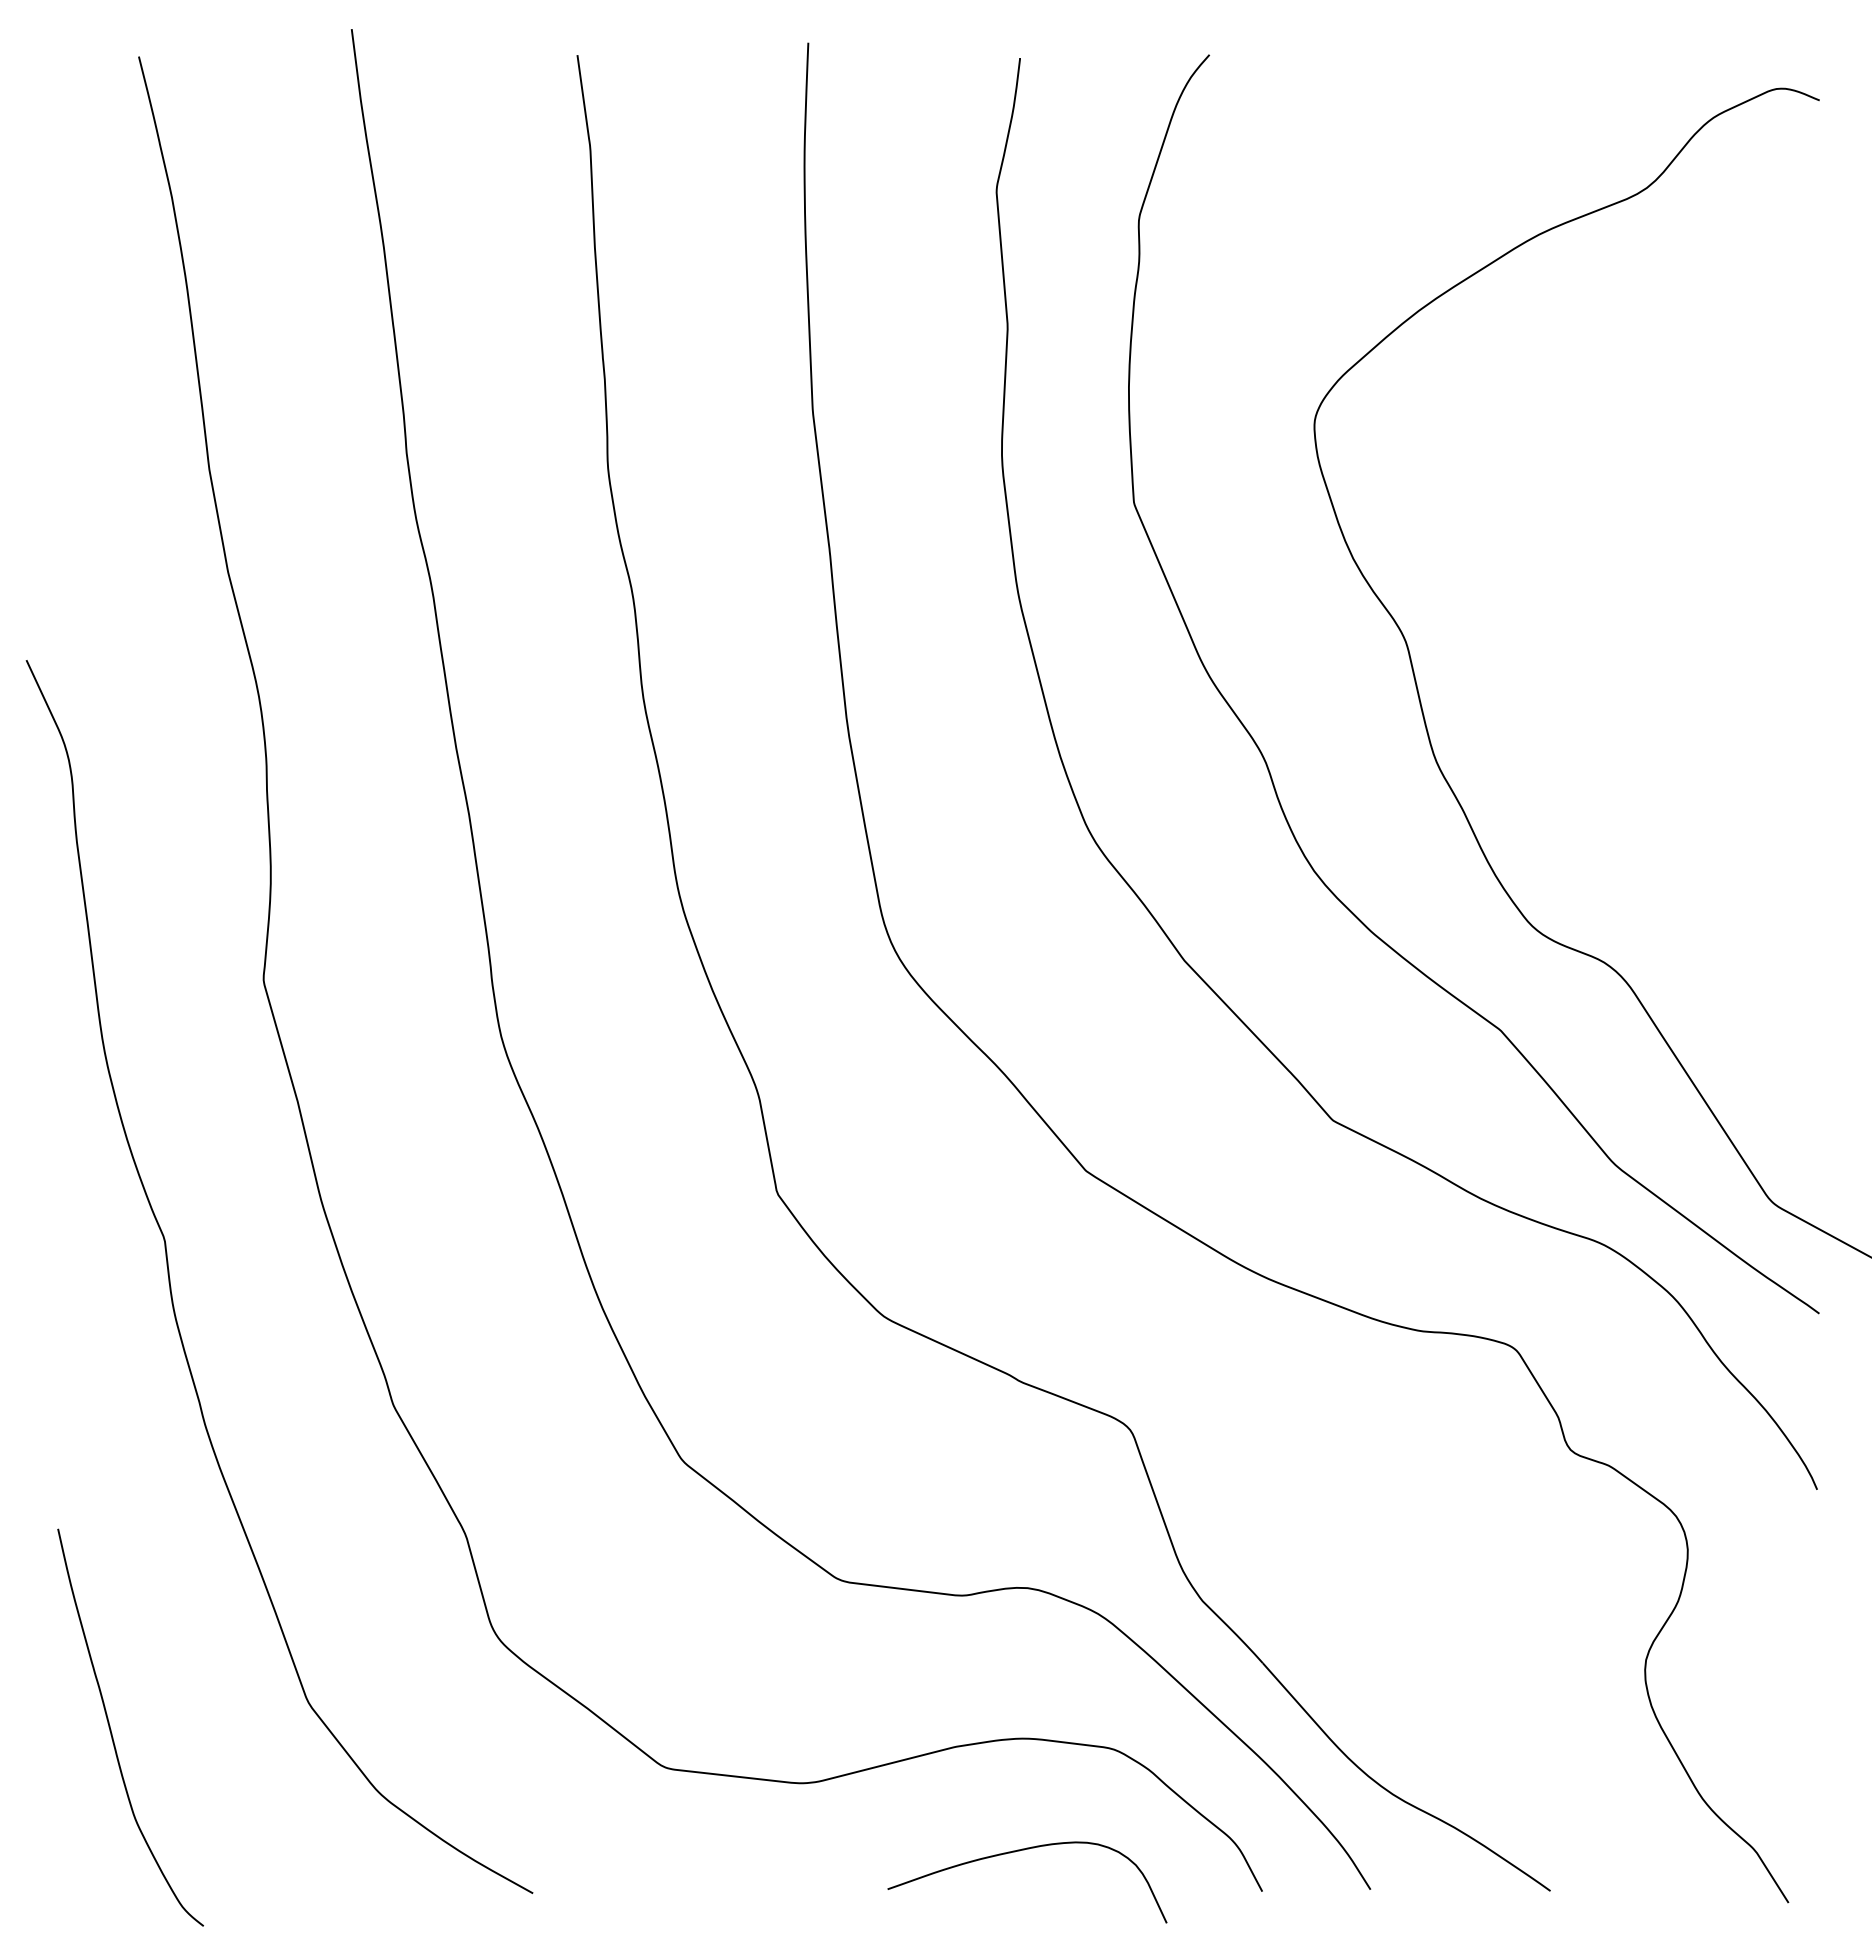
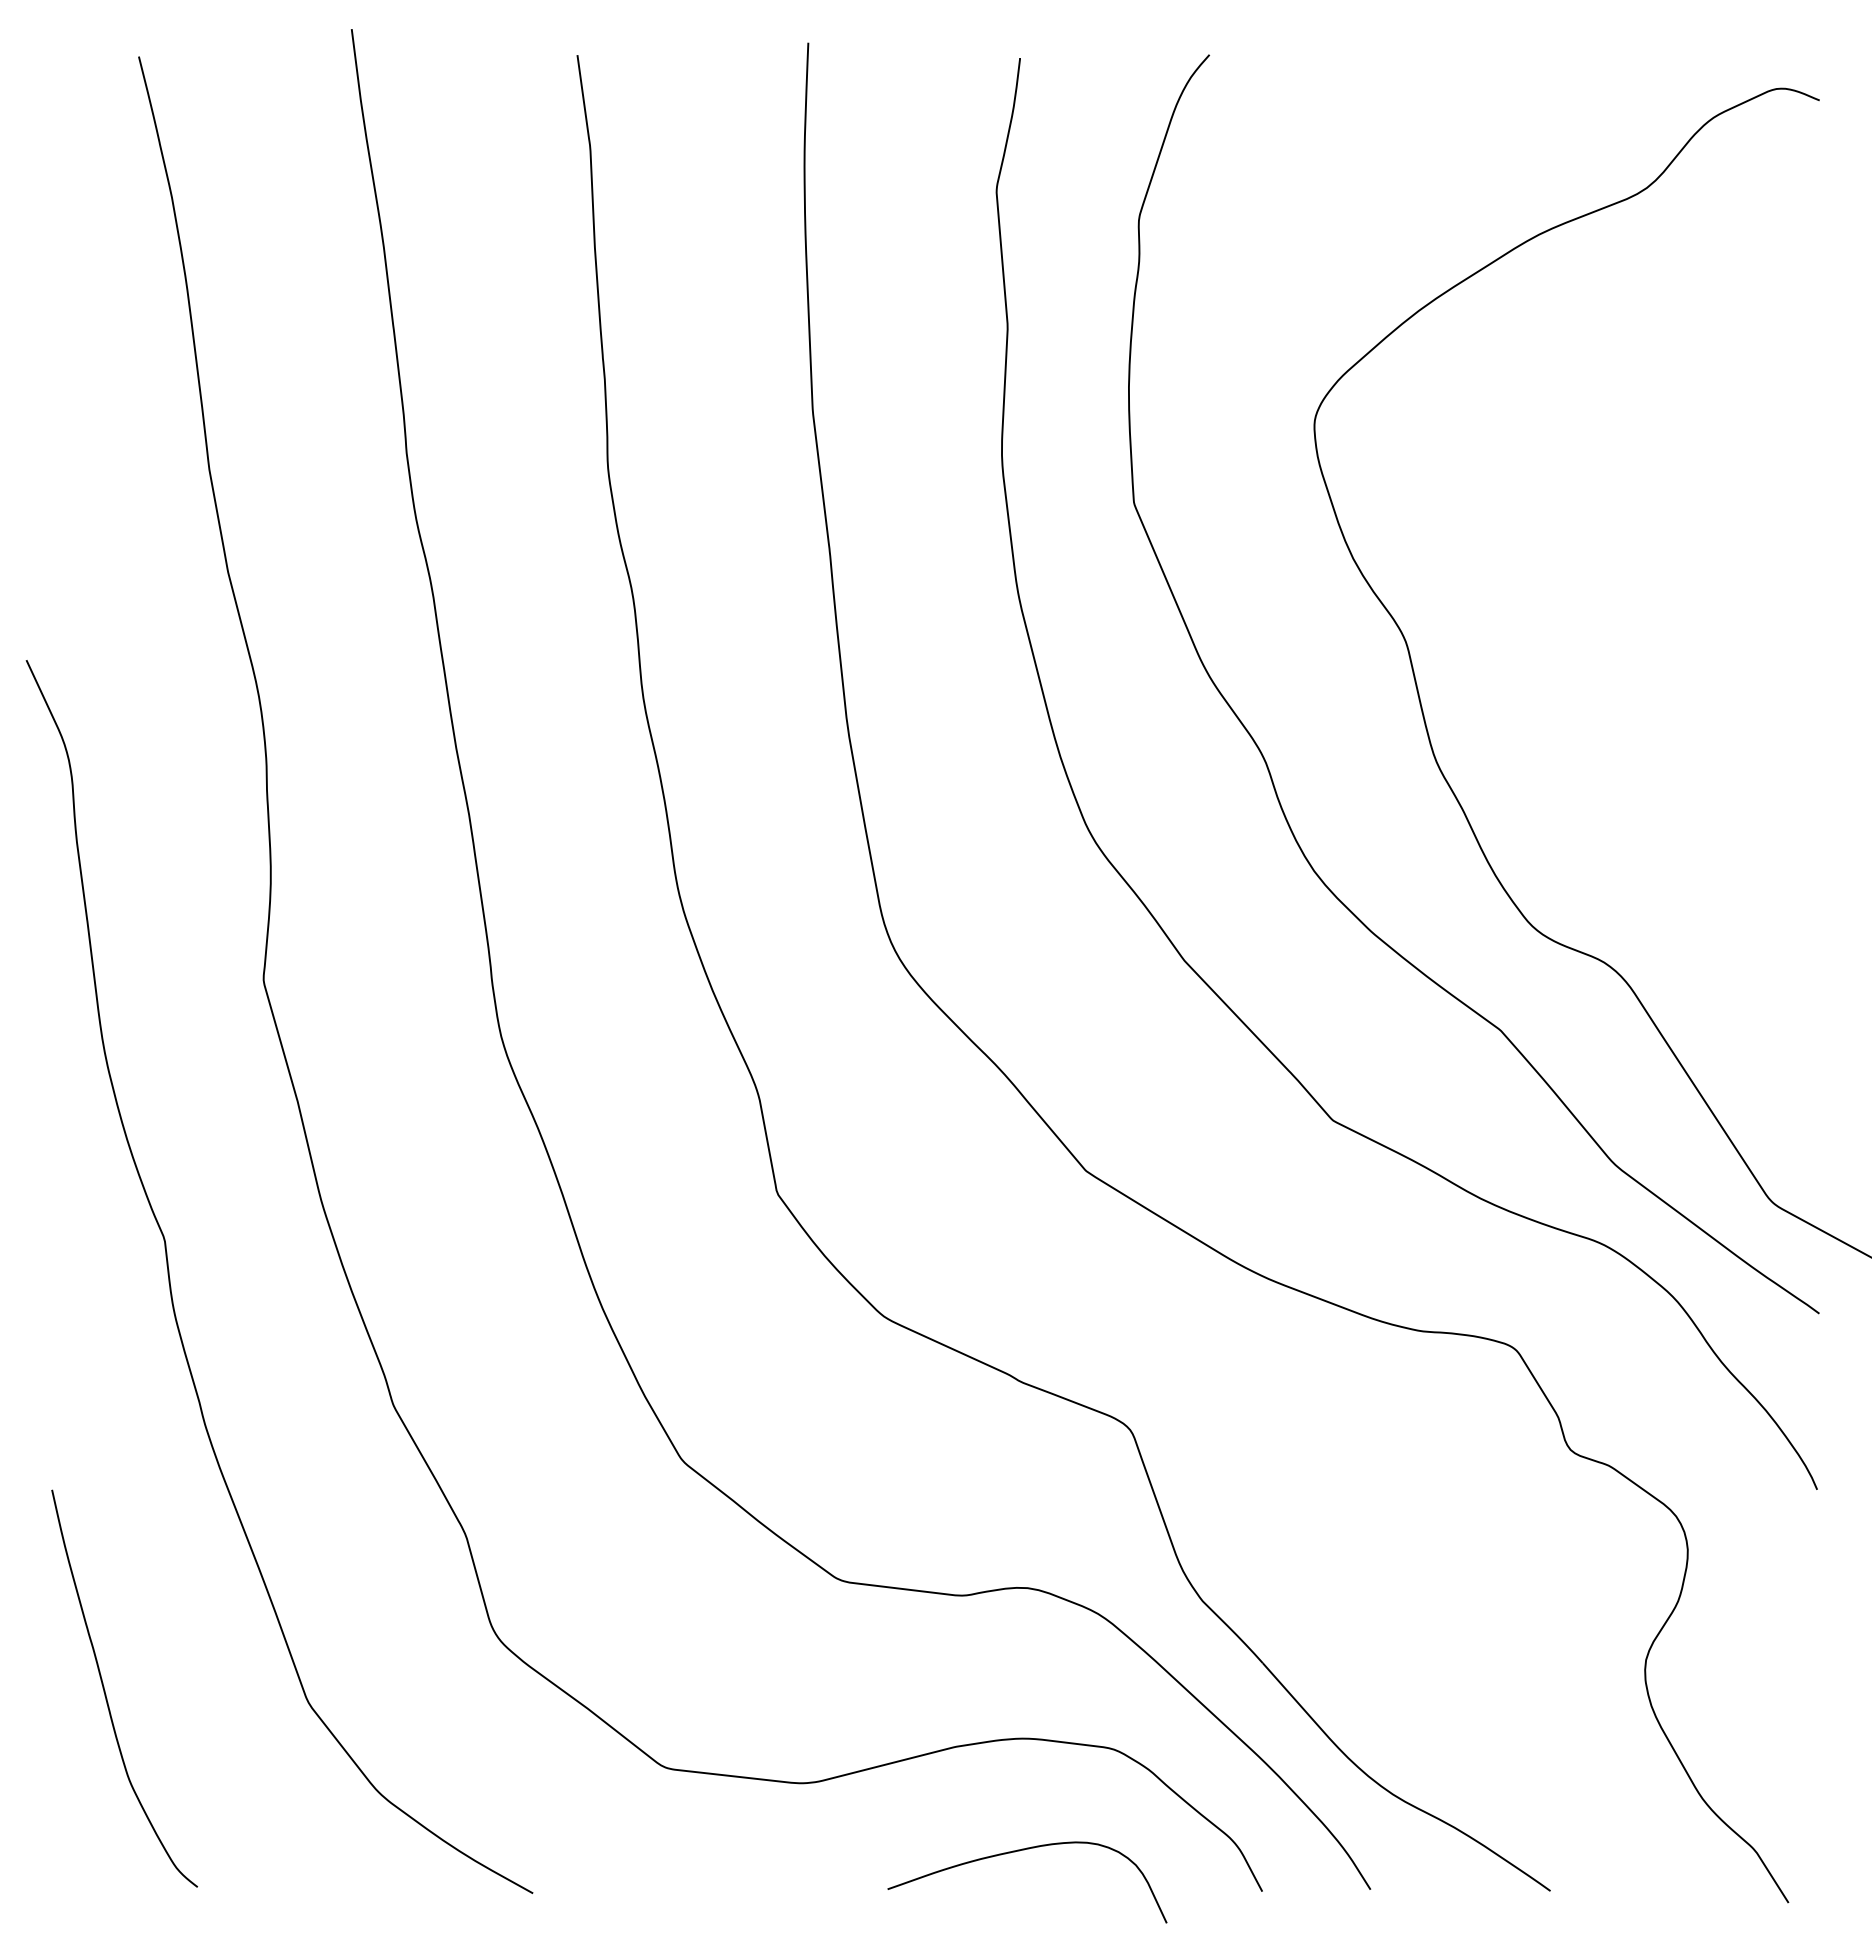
curve at (112, 1733) position: (112, 1733) -> (106, 1694)
